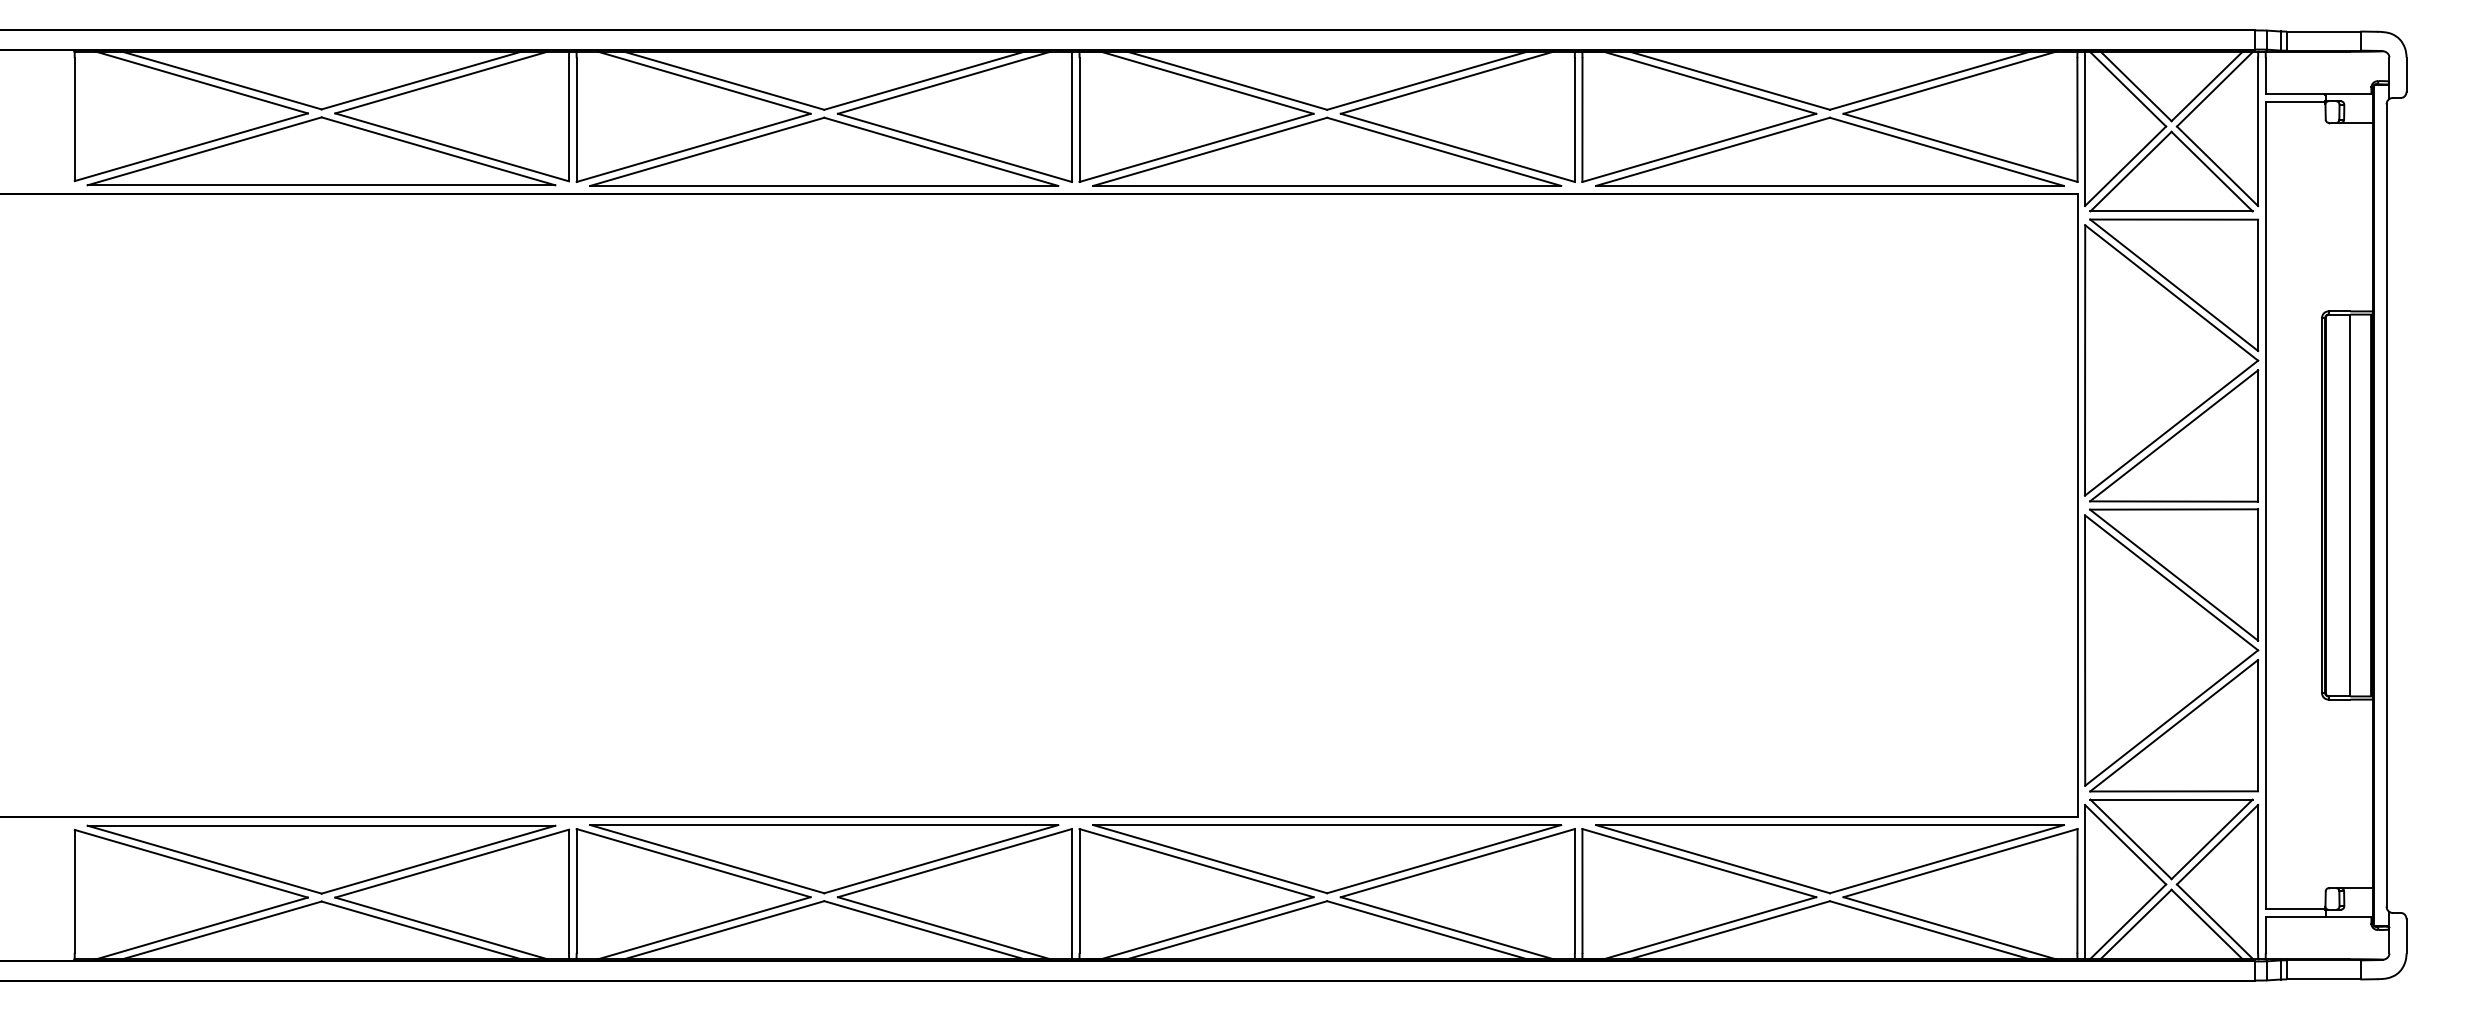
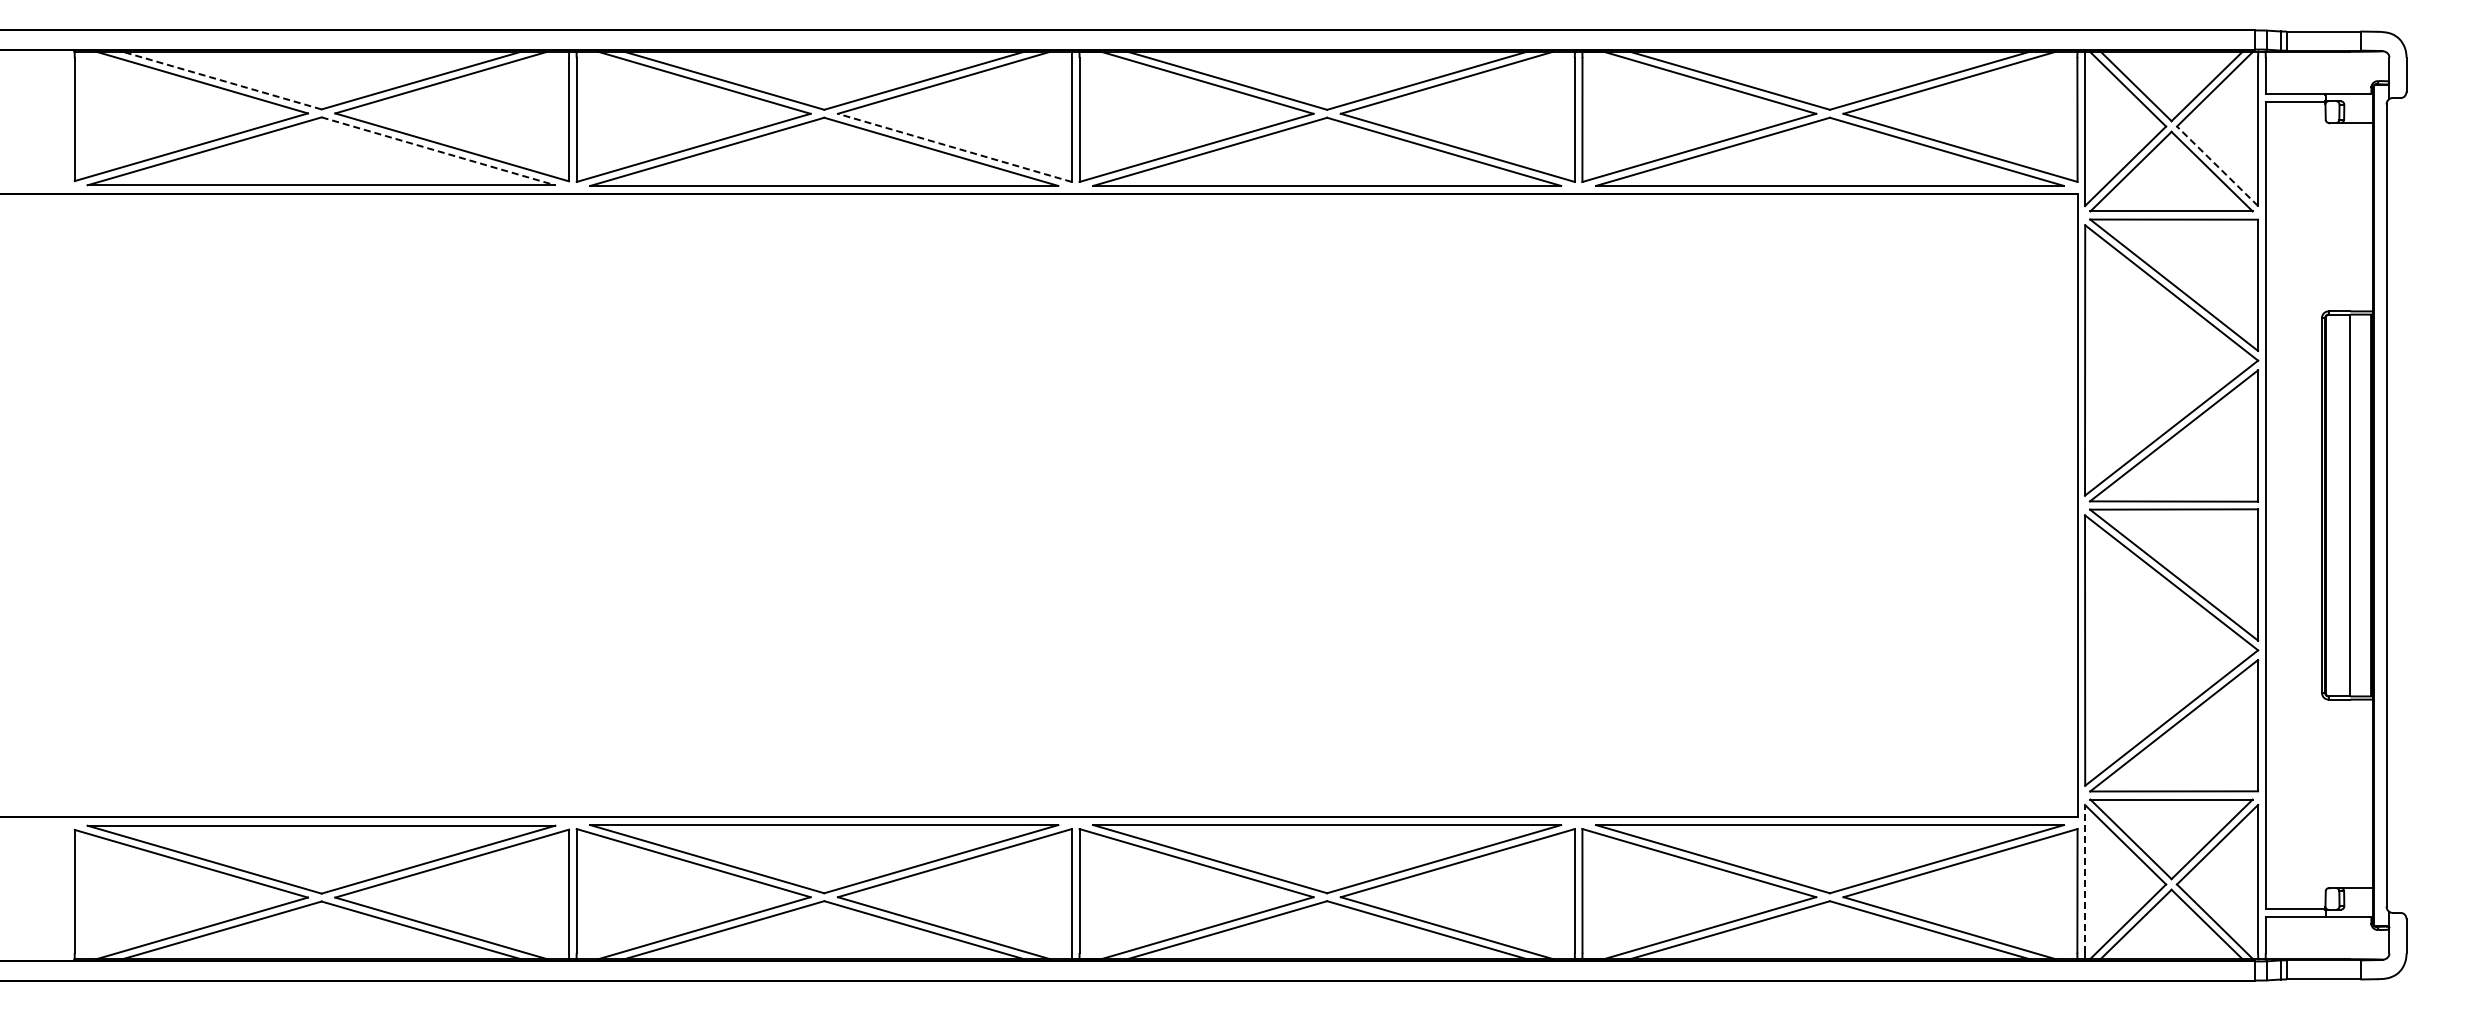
line at (222, 80): solid -> dashed
line at (954, 147): solid -> dashed
line at (438, 151): solid -> dashed
line at (2217, 166): solid -> dashed
line at (2085, 878): solid -> dashed
